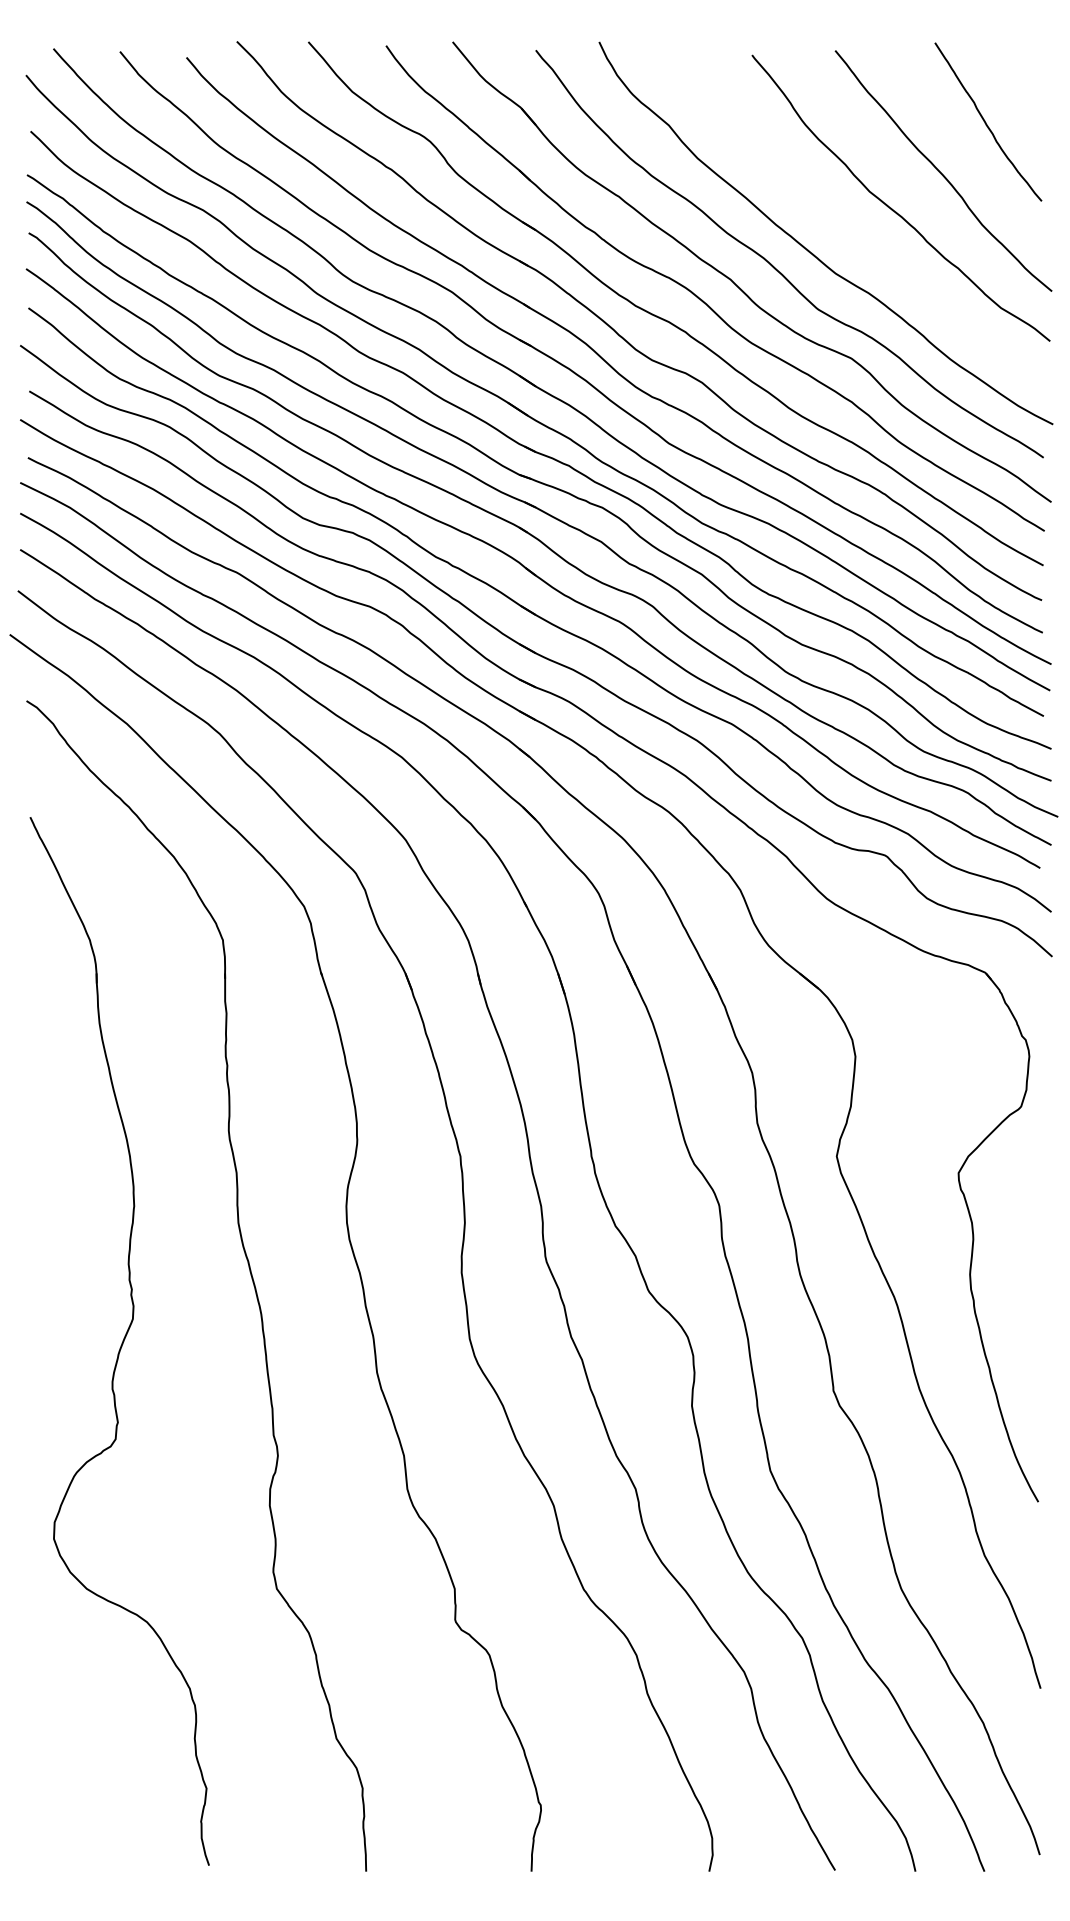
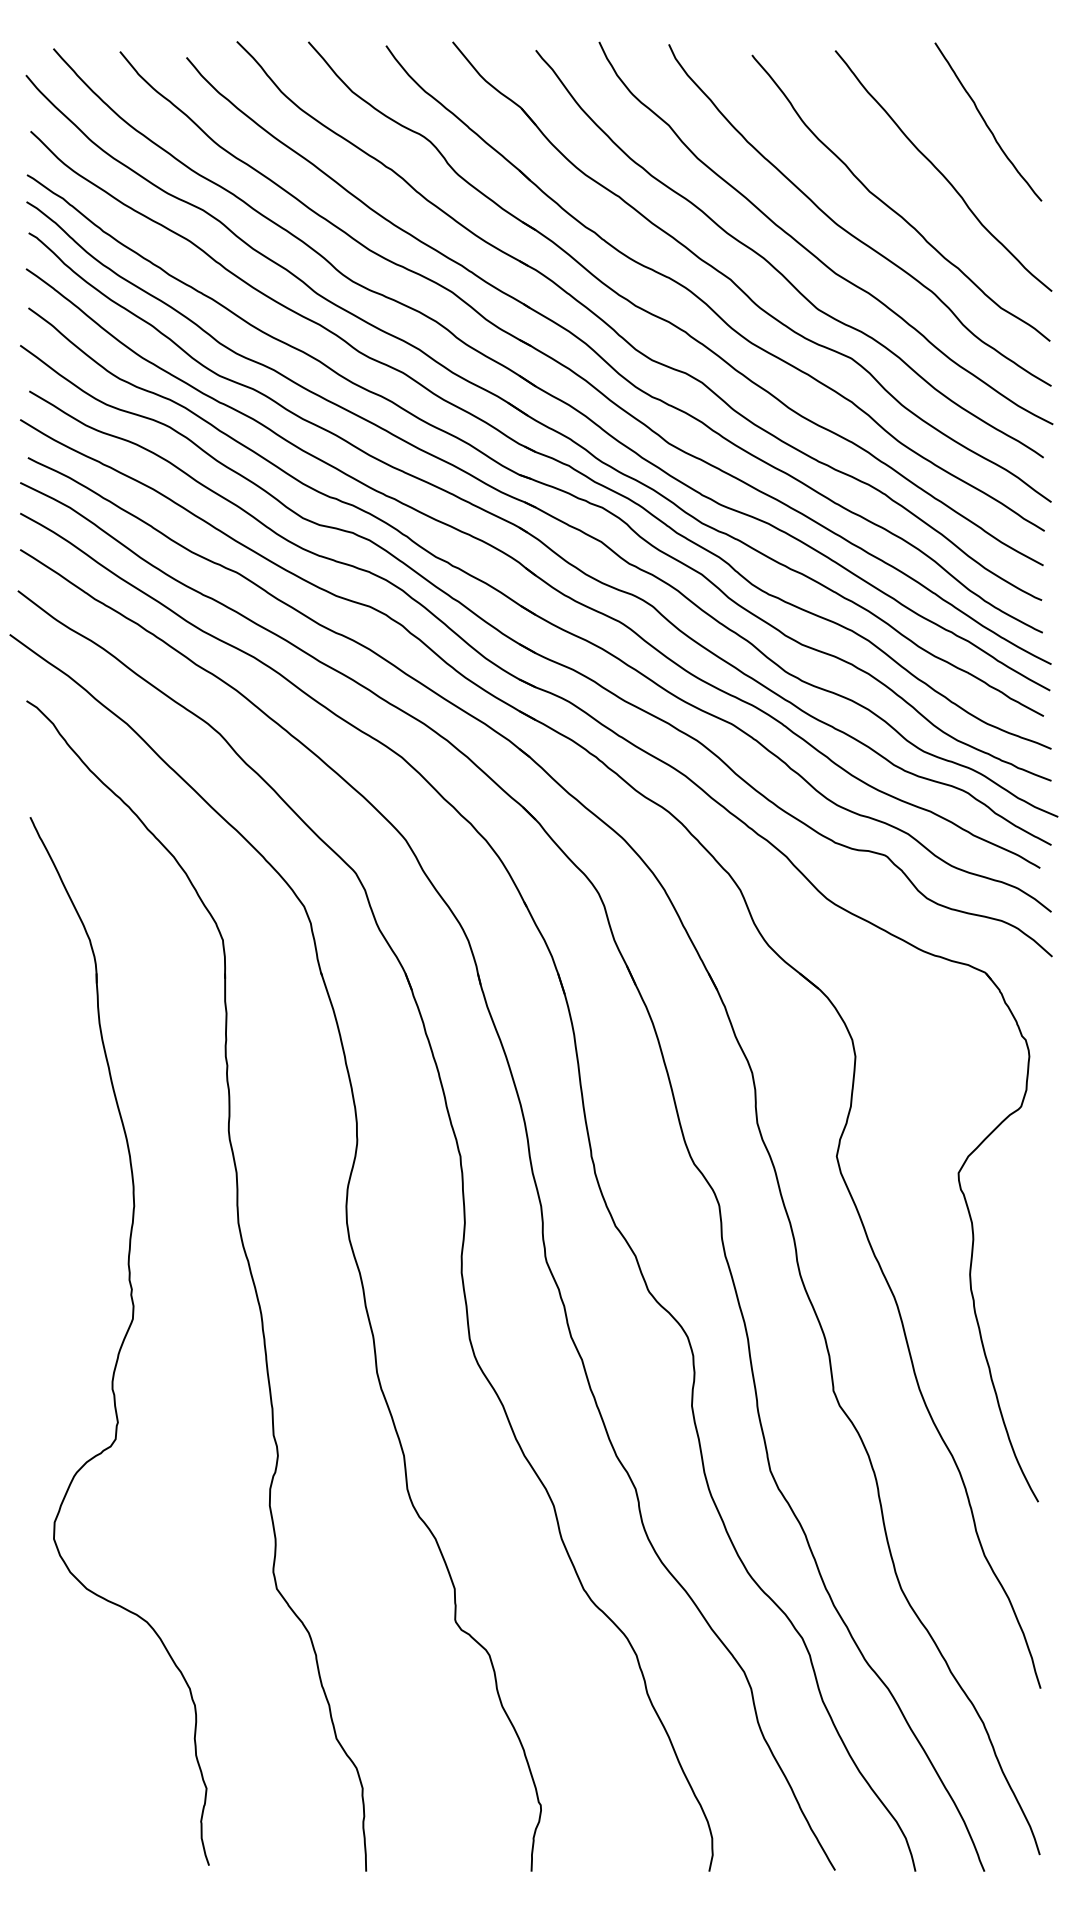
curve at (847, 230): none -> present
